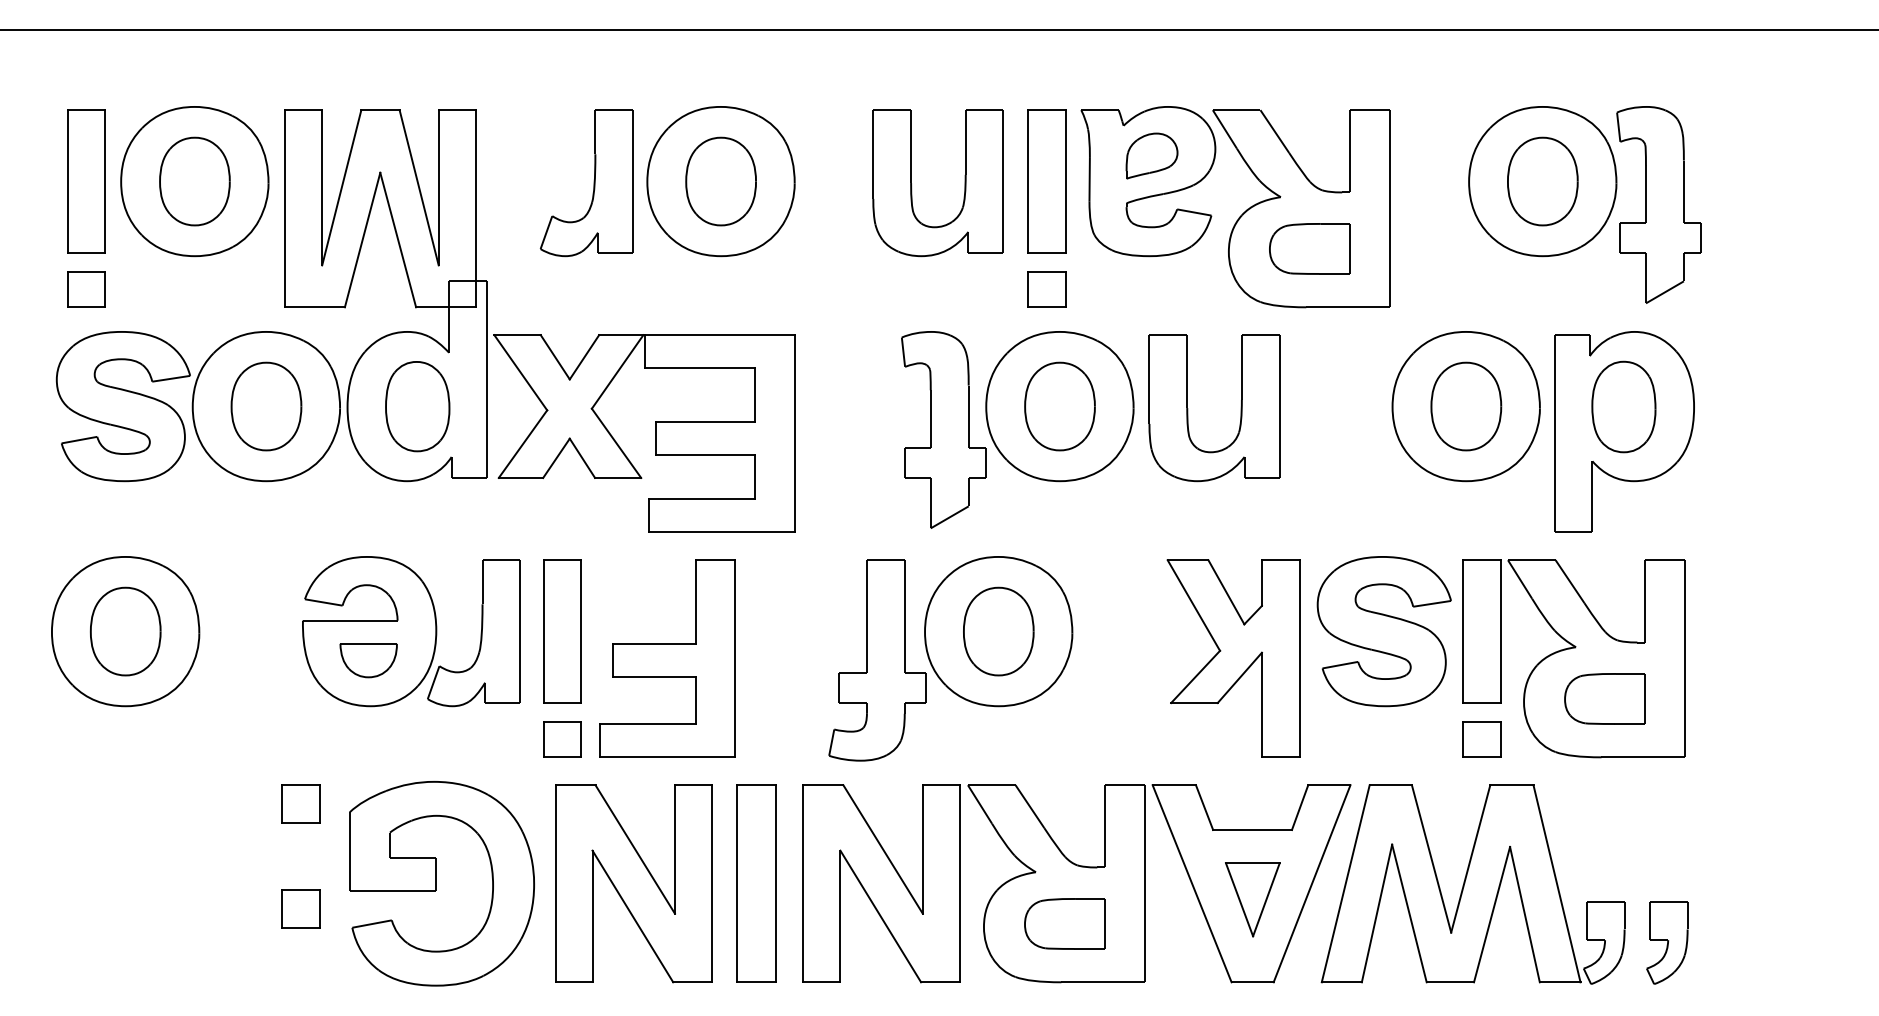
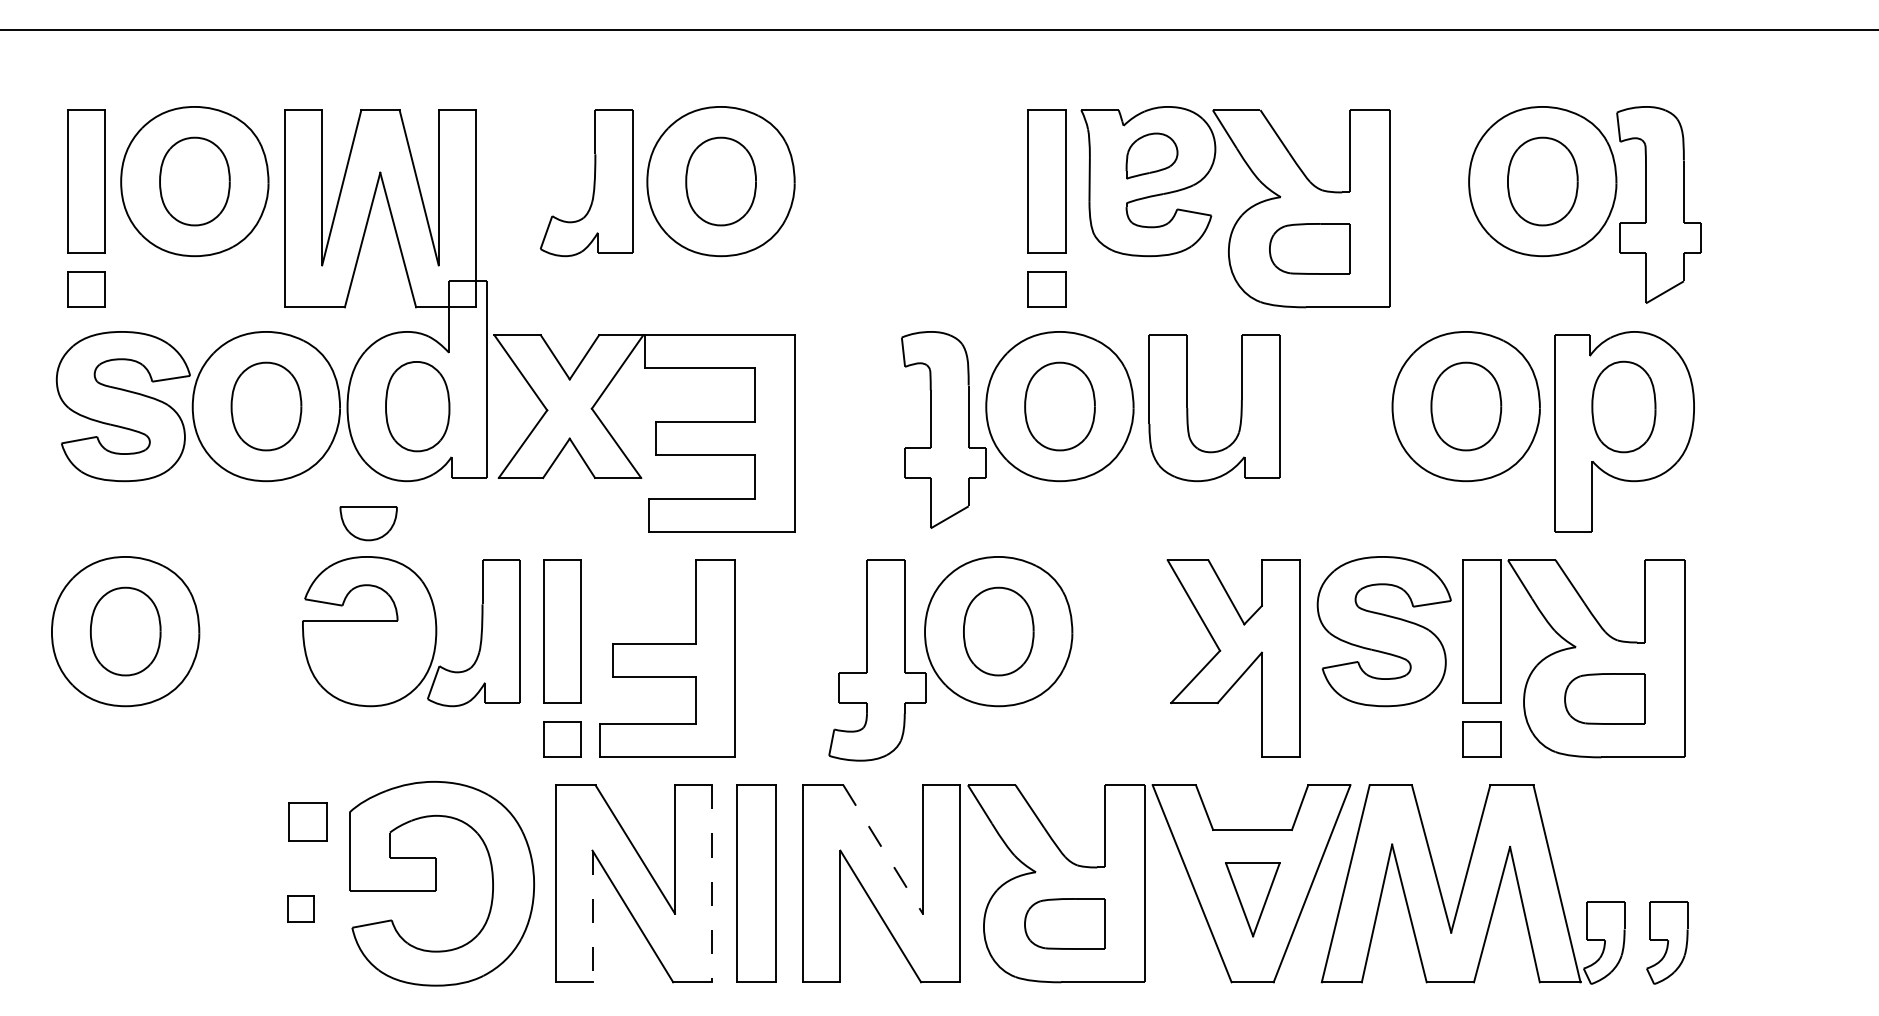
part at (912, 188): present -> none
part at (368, 660) position: (368, 660) -> (368, 523)
part at (300, 803) position: (300, 803) -> (307, 821)
line at (883, 849): solid -> dashed
line at (711, 883): solid -> dashed
part at (300, 908) size: 40x40 px -> 28x28 px
line at (592, 916): solid -> dashed
